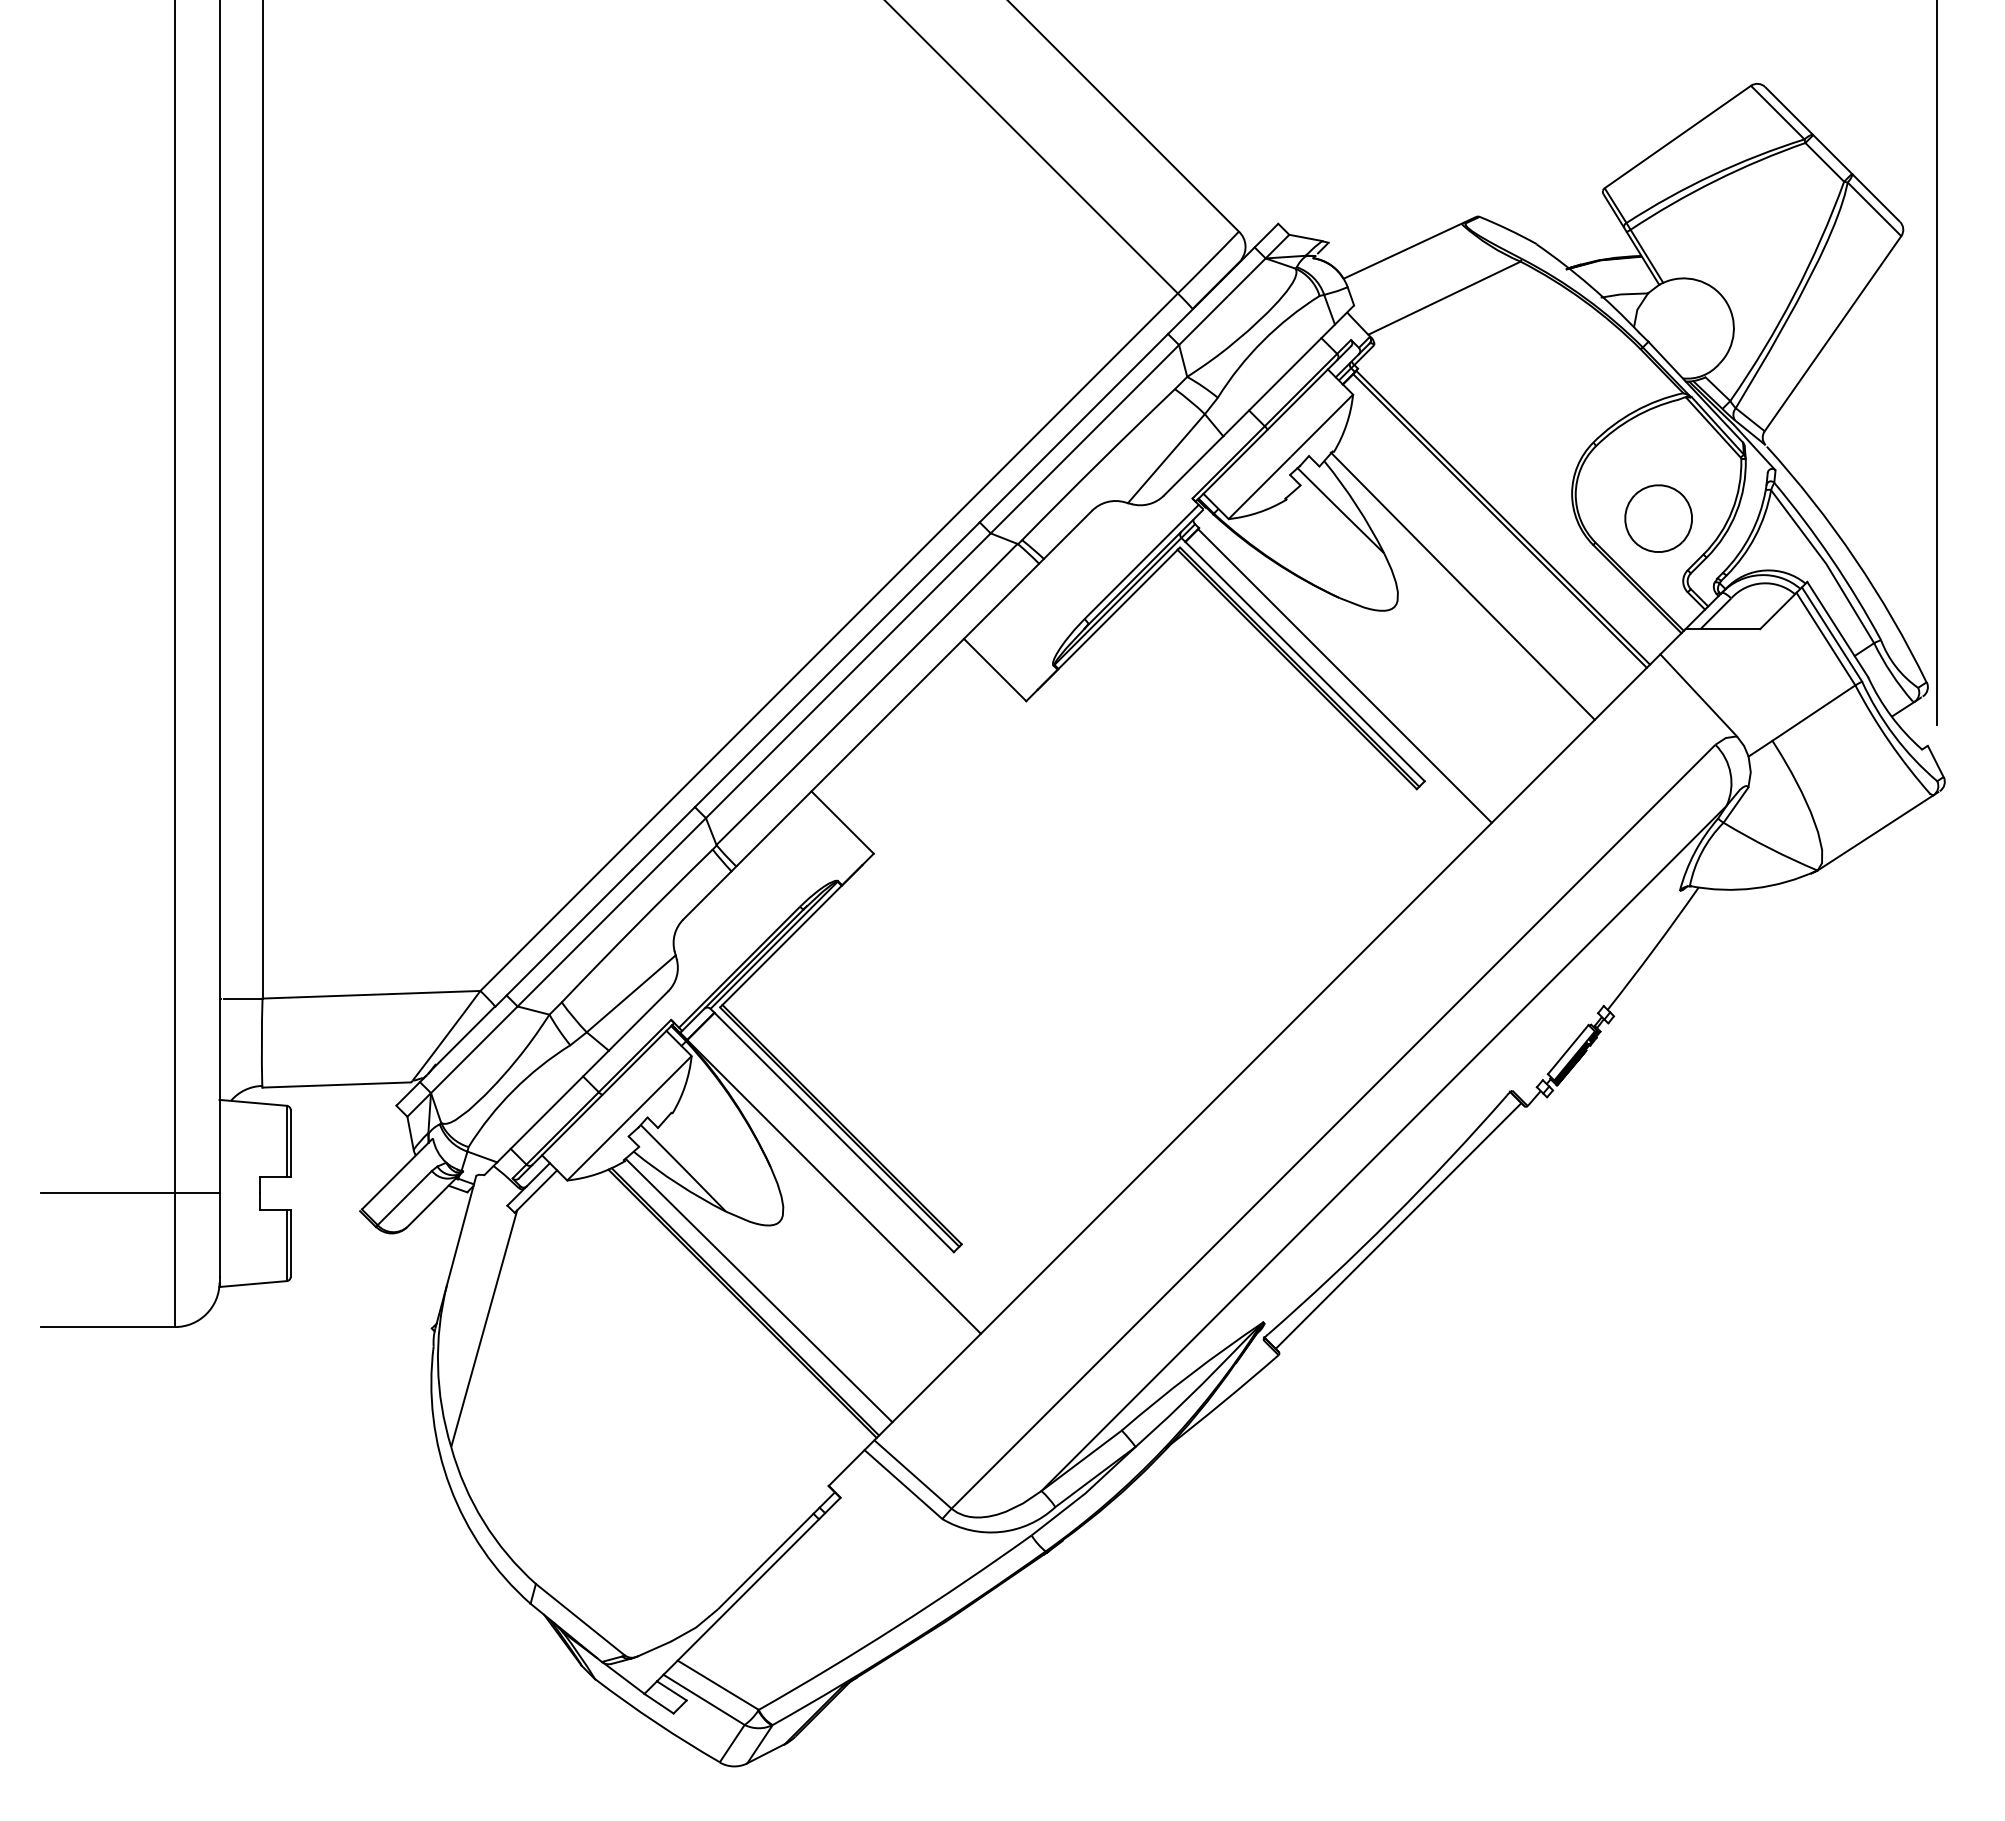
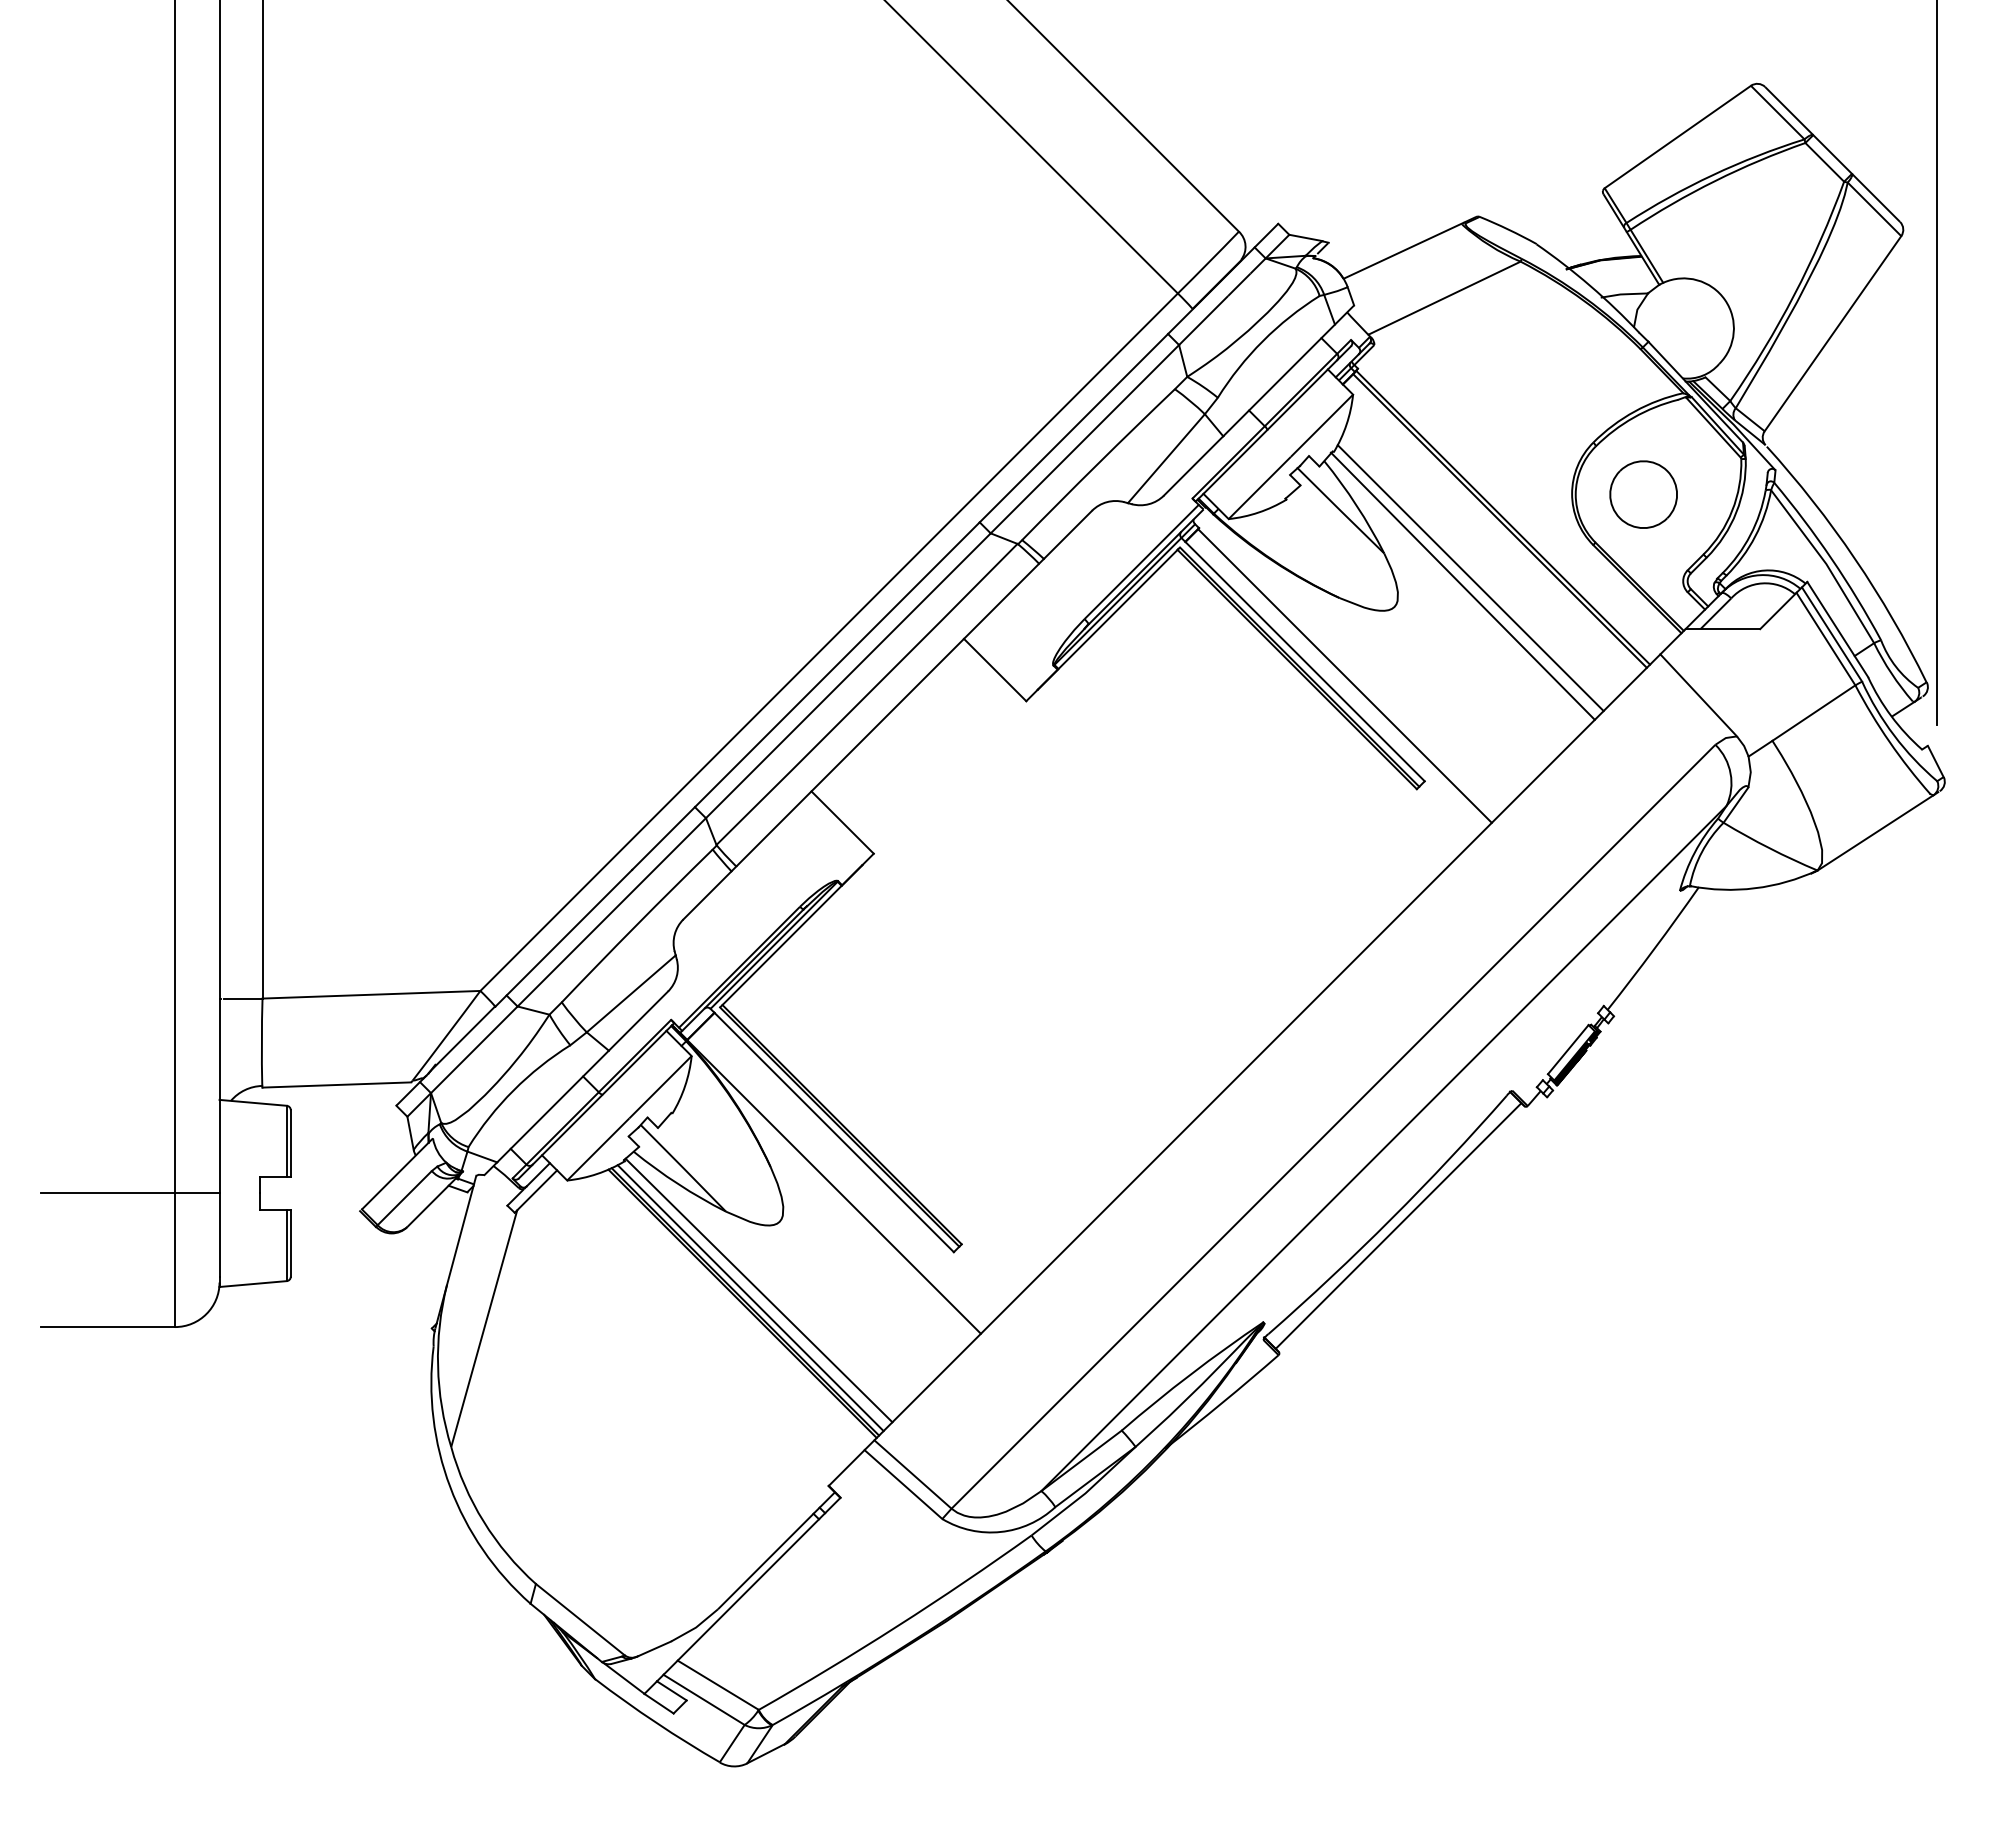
part at (1658, 518) position: (1658, 518) -> (1643, 494)
line at (1470, 578): none -> present
line at (750, 1298): none -> present
